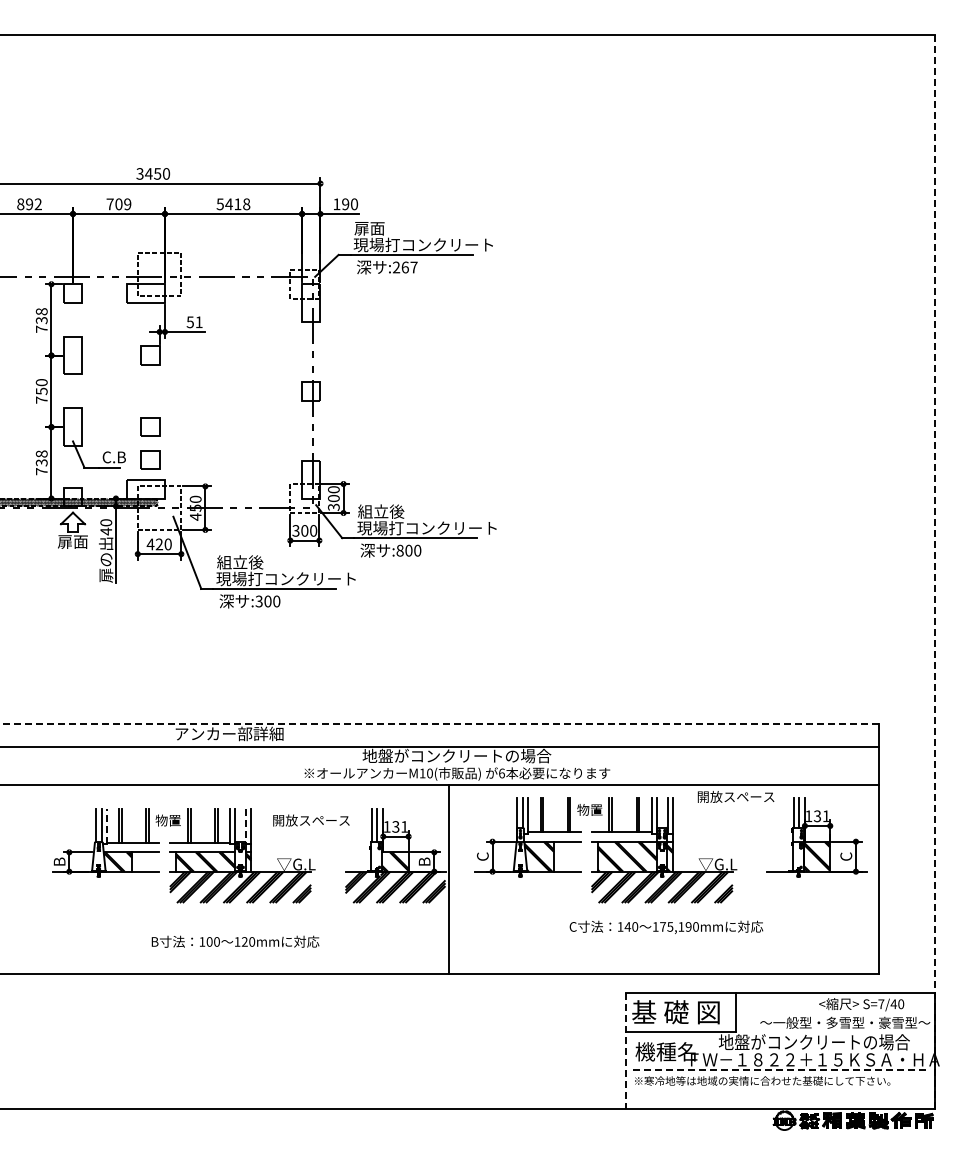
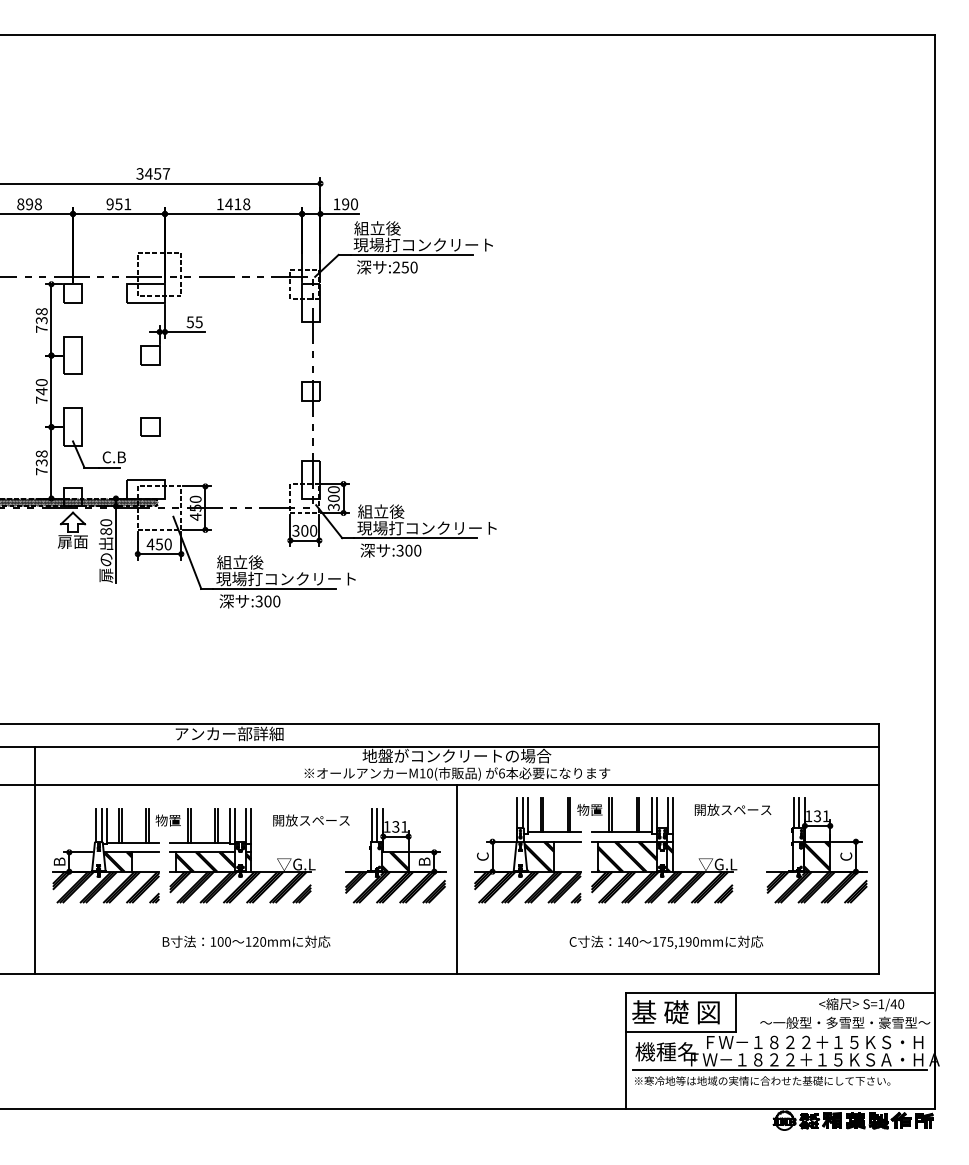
text at (166, 173): 3450 -> 3457
text at (37, 204): 892 -> 898
text at (118, 204): 709 -> 951
text at (219, 204): 5418 -> 1418
text at (377, 228): 扉面 -> 組立後
text at (409, 267): :267 -> :250
text at (198, 322): 51 -> 55
text at (41, 391): 750 -> 740
part at (150, 459): present -> none
text at (106, 531): 40 -> 80
text at (158, 544): 420 -> 450
text at (399, 550): :800 -> :300
line at (935, 571): dashed -> solid
line at (439, 724): dashed -> solid
text at (735, 796) position: (735, 796) -> (732, 809)
line at (106, 826): dashed -> solid
line at (245, 826): dashed -> solid
line at (35, 860): none -> present
line at (448, 878) position: (448, 878) -> (456, 878)
hatch at (105, 887): none -> present
hatch at (527, 887): none -> present
hatch at (817, 887): none -> present
text at (666, 926) position: (666, 926) -> (666, 941)
text at (235, 941) position: (235, 941) -> (246, 941)
text at (881, 1003): S=7/40 -> S=1/40
text at (815, 1042): 地盤がコンクリートの場合 -> ＦＷ－１８２２＋１５ＫＳ・Ｈ
line at (625, 1051): dashed -> solid
line at (780, 1070): dashed -> solid
